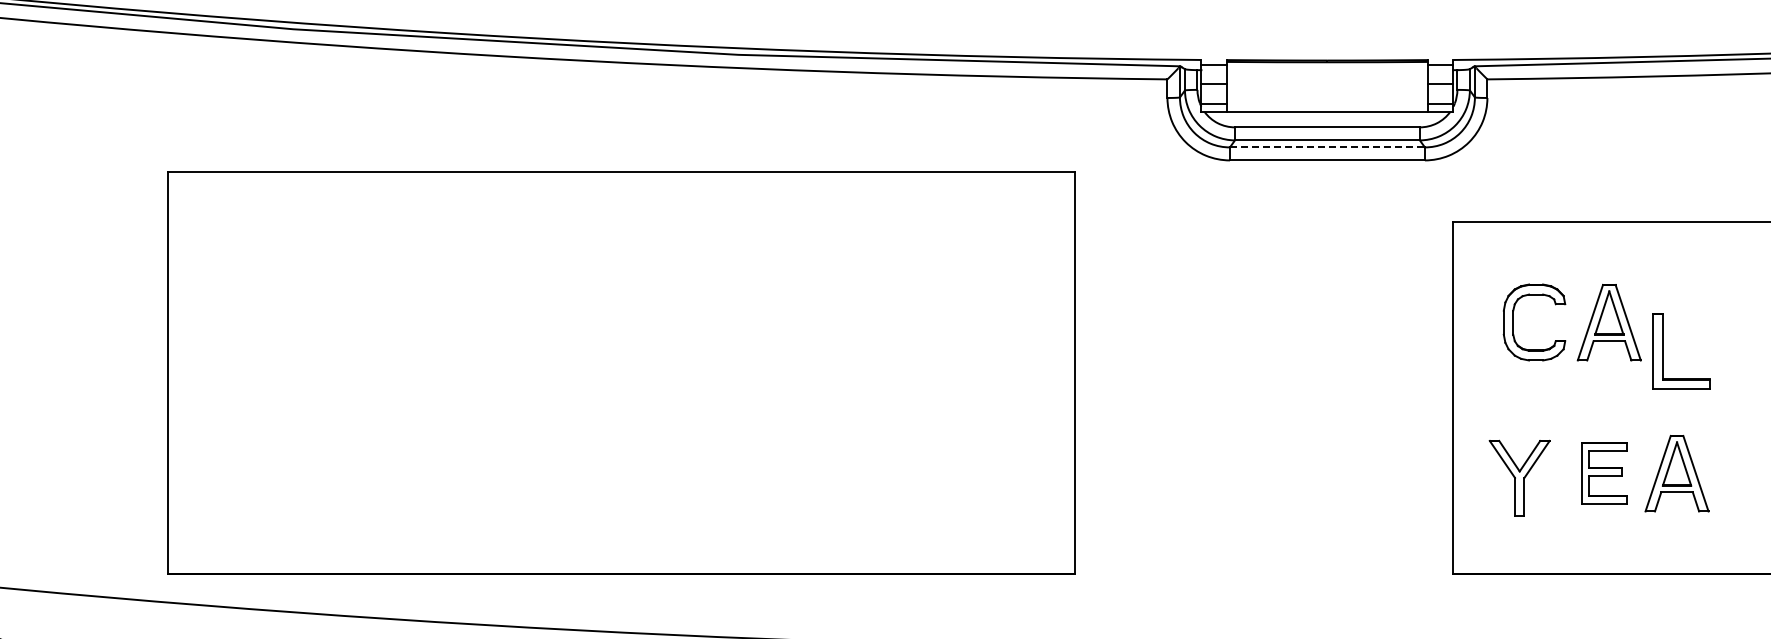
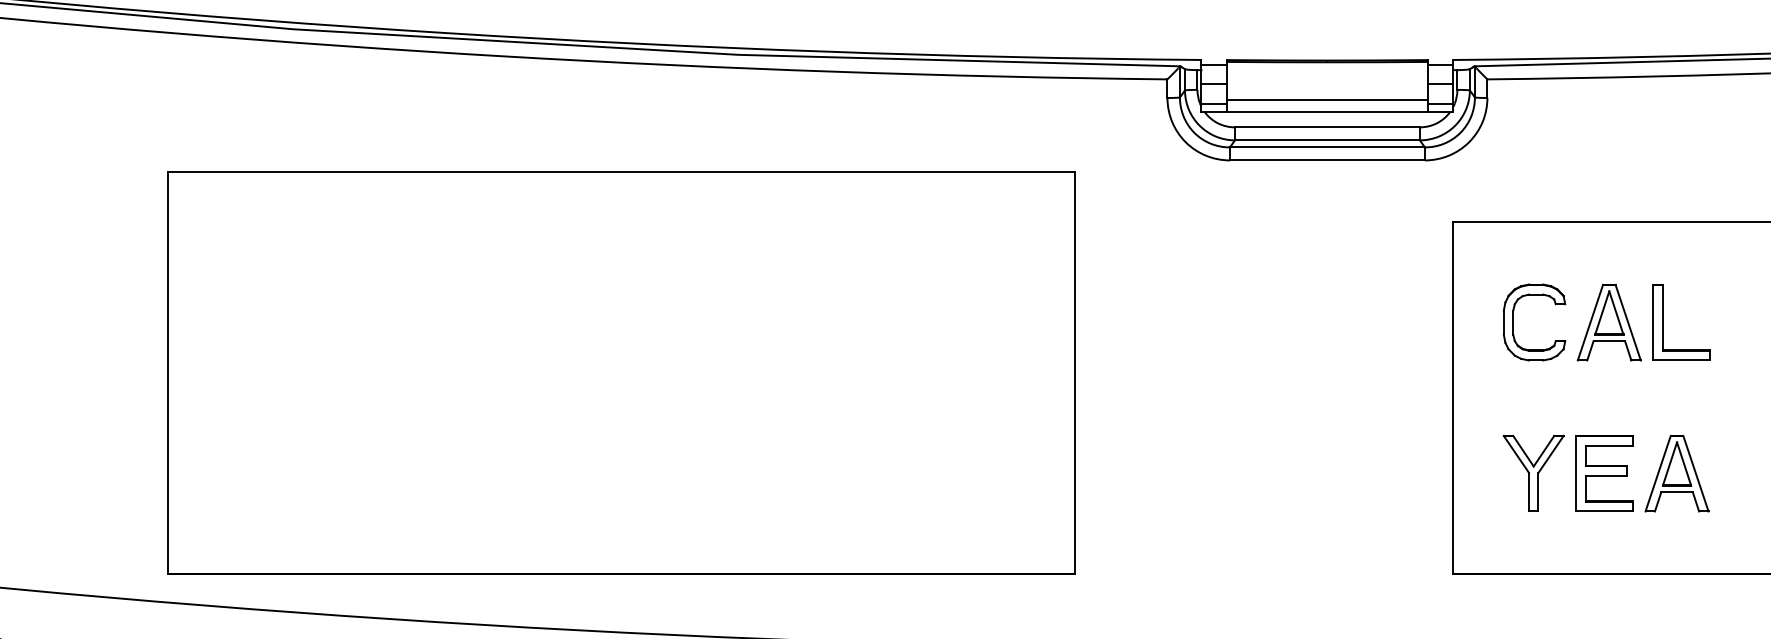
line at (1327, 99): none -> present
line at (1327, 147): dashed -> solid
part at (1663, 351) position: (1663, 351) -> (1663, 322)
part at (1604, 473) size: 47x63 px -> 59x77 px
part at (1519, 477) position: (1519, 477) -> (1533, 472)
